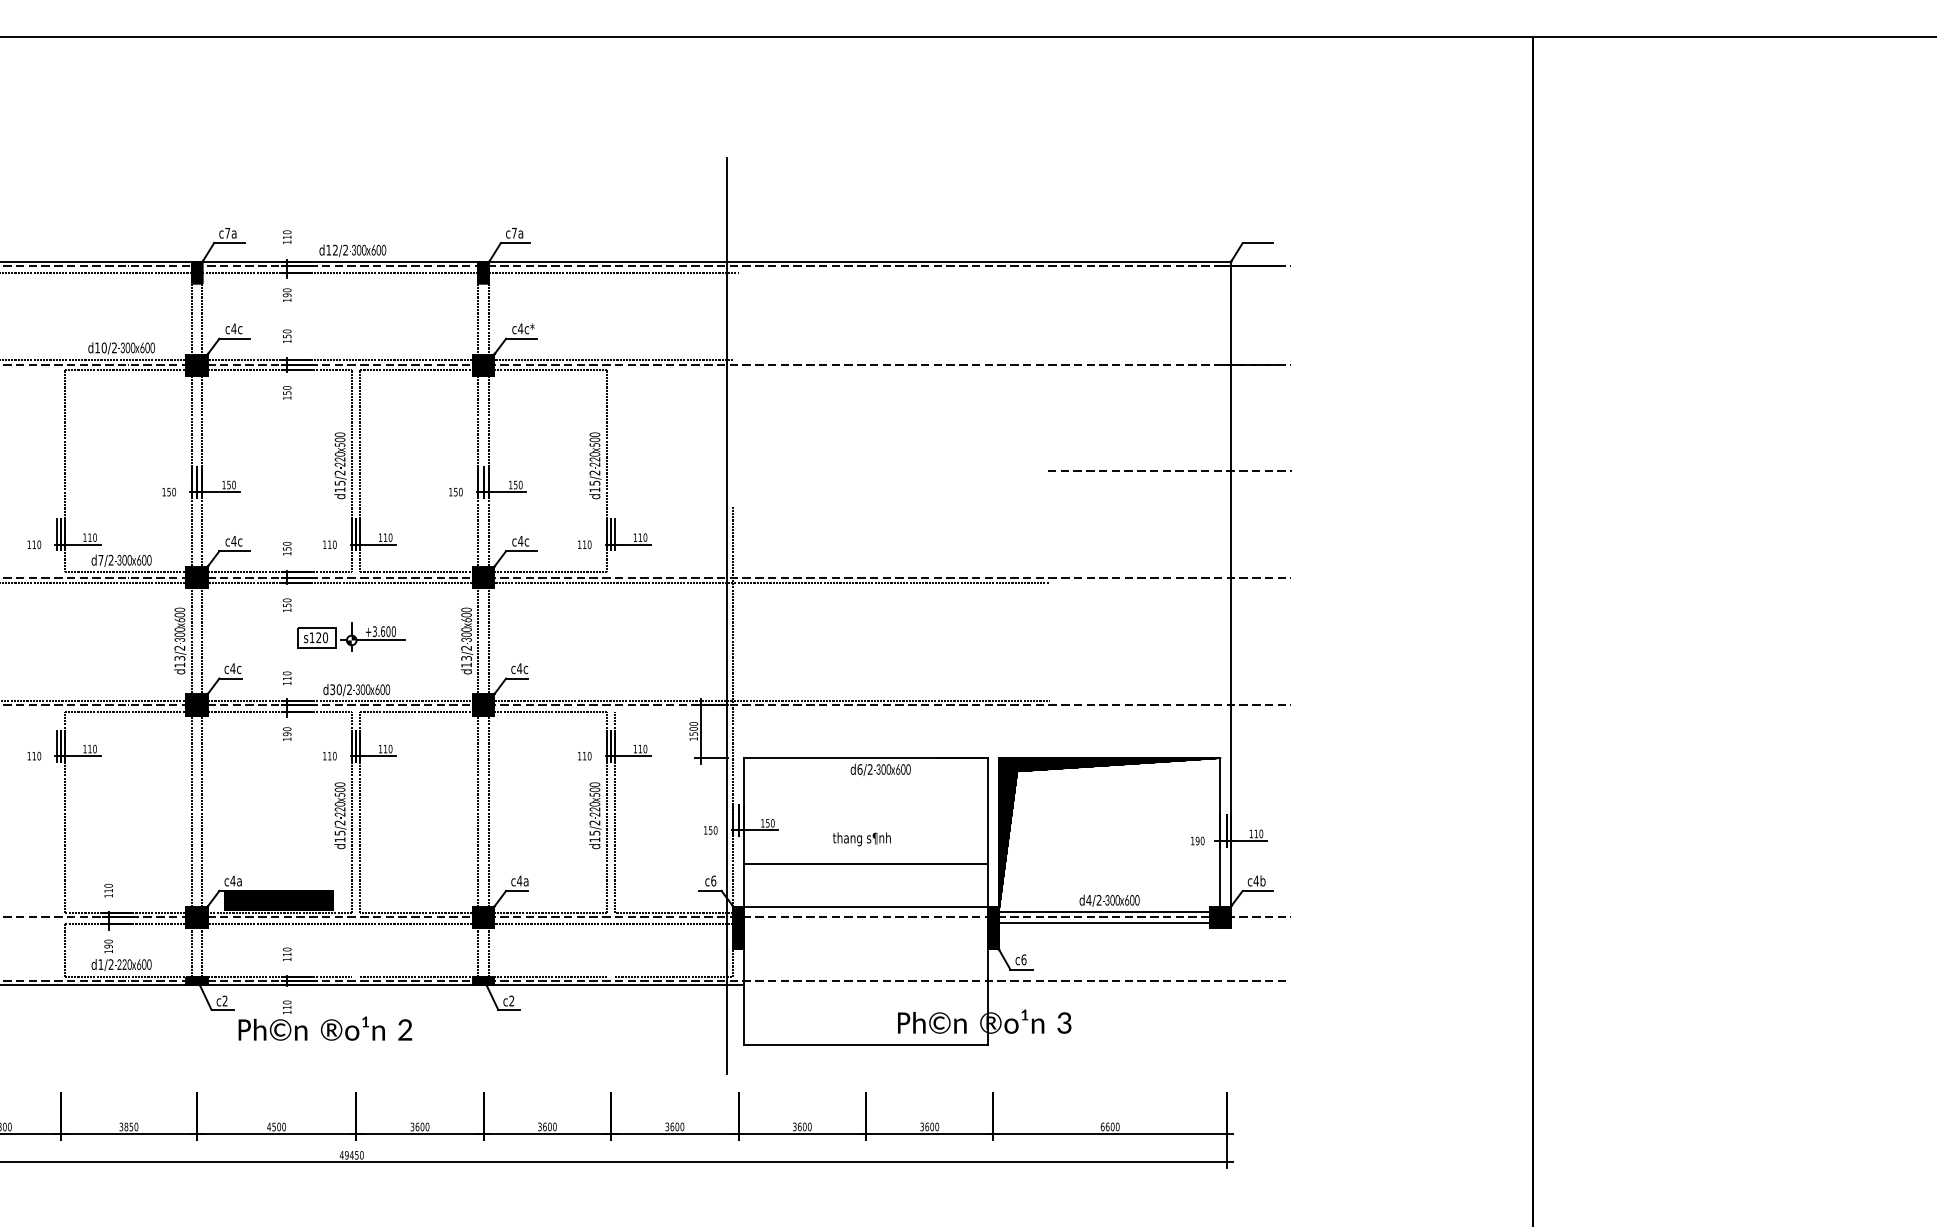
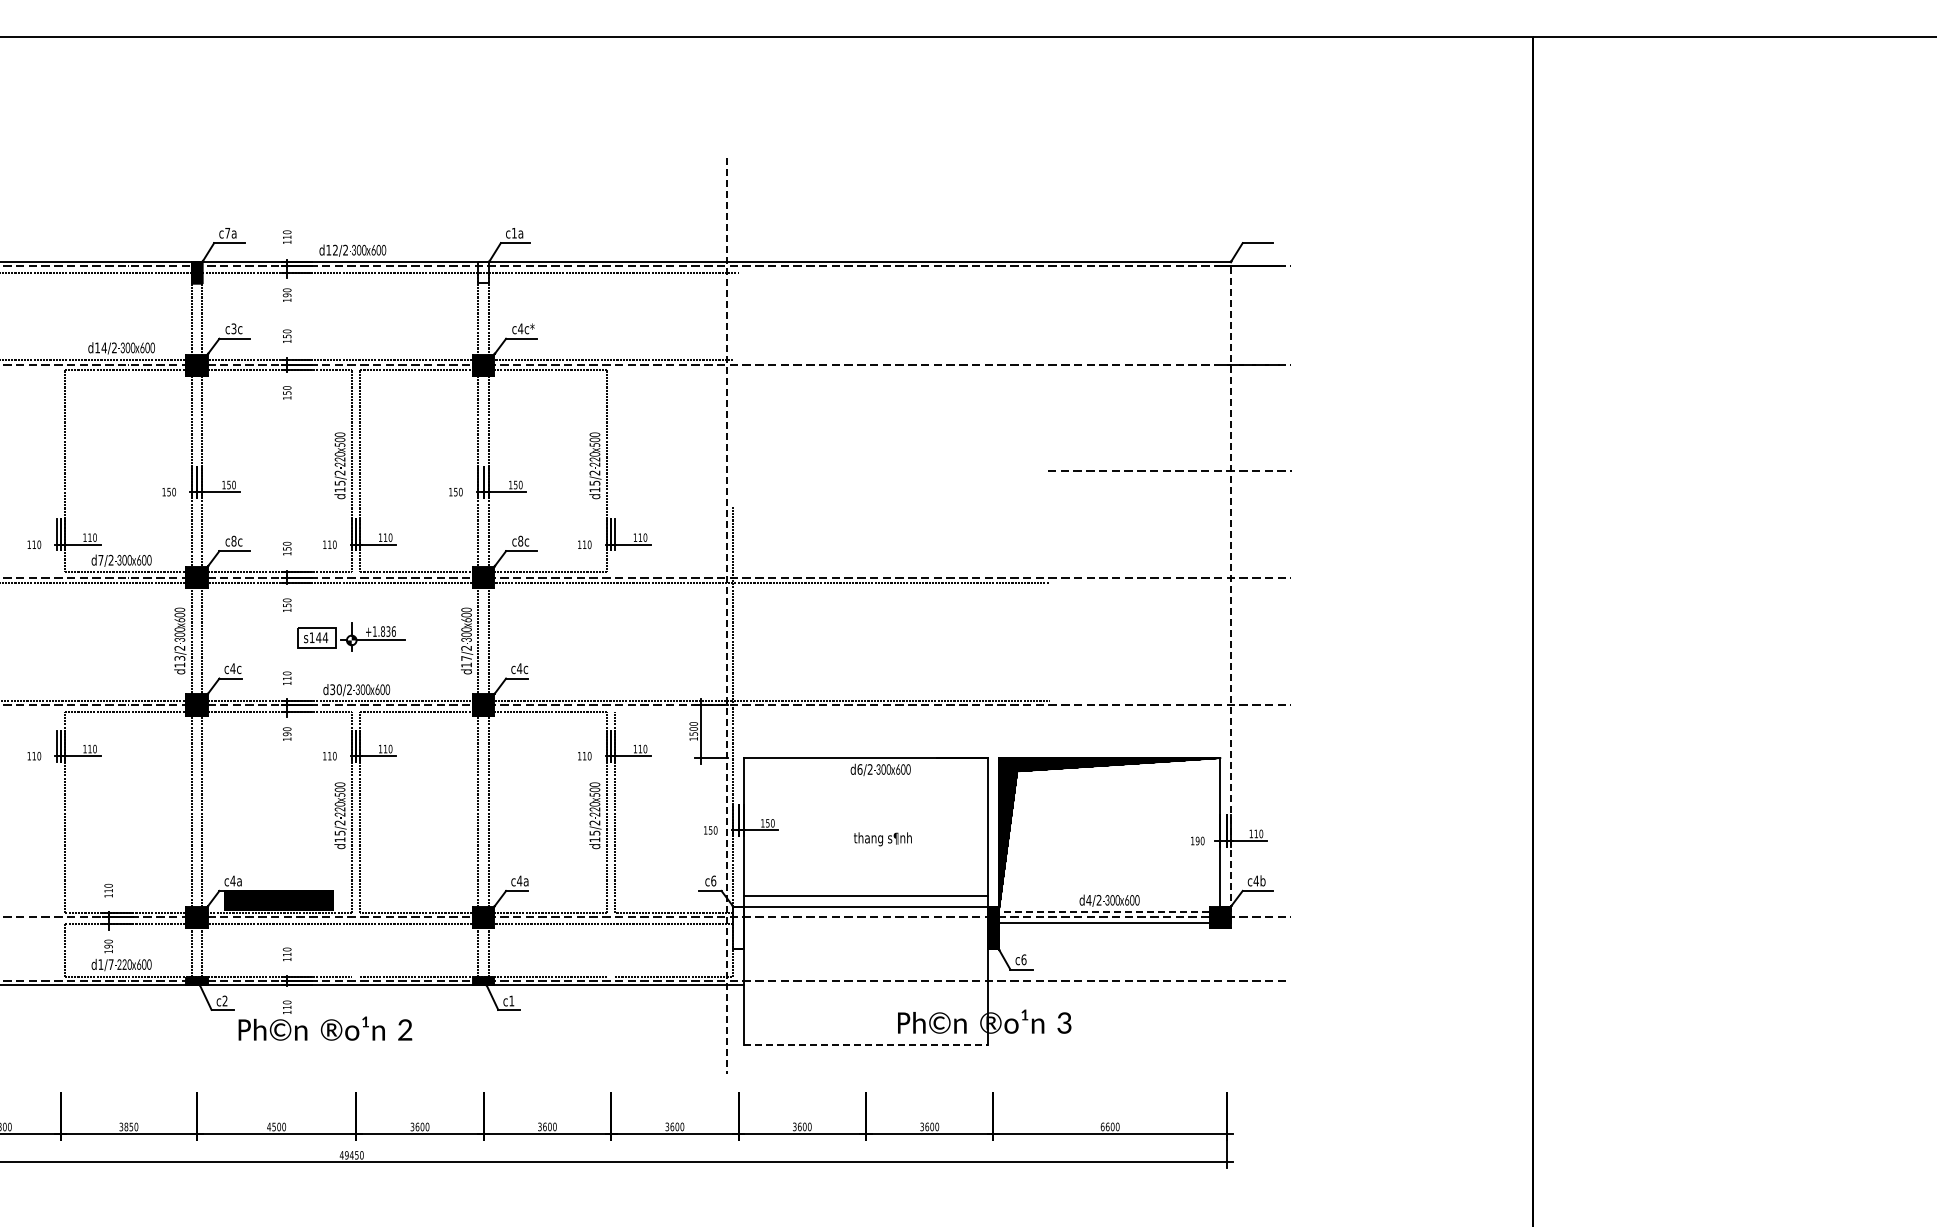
text at (514, 233): c7a -> c1a
hatch at (483, 272): present -> none
text at (233, 328): c4c -> c3c
text at (103, 347): d10 -> d14
text at (233, 540): c4c -> c8c
text at (520, 540): c4c -> c8c
line at (1230, 591): solid -> dashed
line at (726, 615): solid -> dashed
text at (384, 631): +3.600 -> +1.836
text at (322, 637): s120 -> s144
text at (466, 658): d13 -> d17
text at (861, 839) position: (861, 839) -> (882, 839)
line at (865, 864) position: (865, 864) -> (865, 896)
line at (1109, 912): solid -> dashed
hatch at (738, 927): present -> none
text at (110, 964): /2 -> /7
text at (511, 1000): c2 -> c1
line at (866, 1044): solid -> dashed
